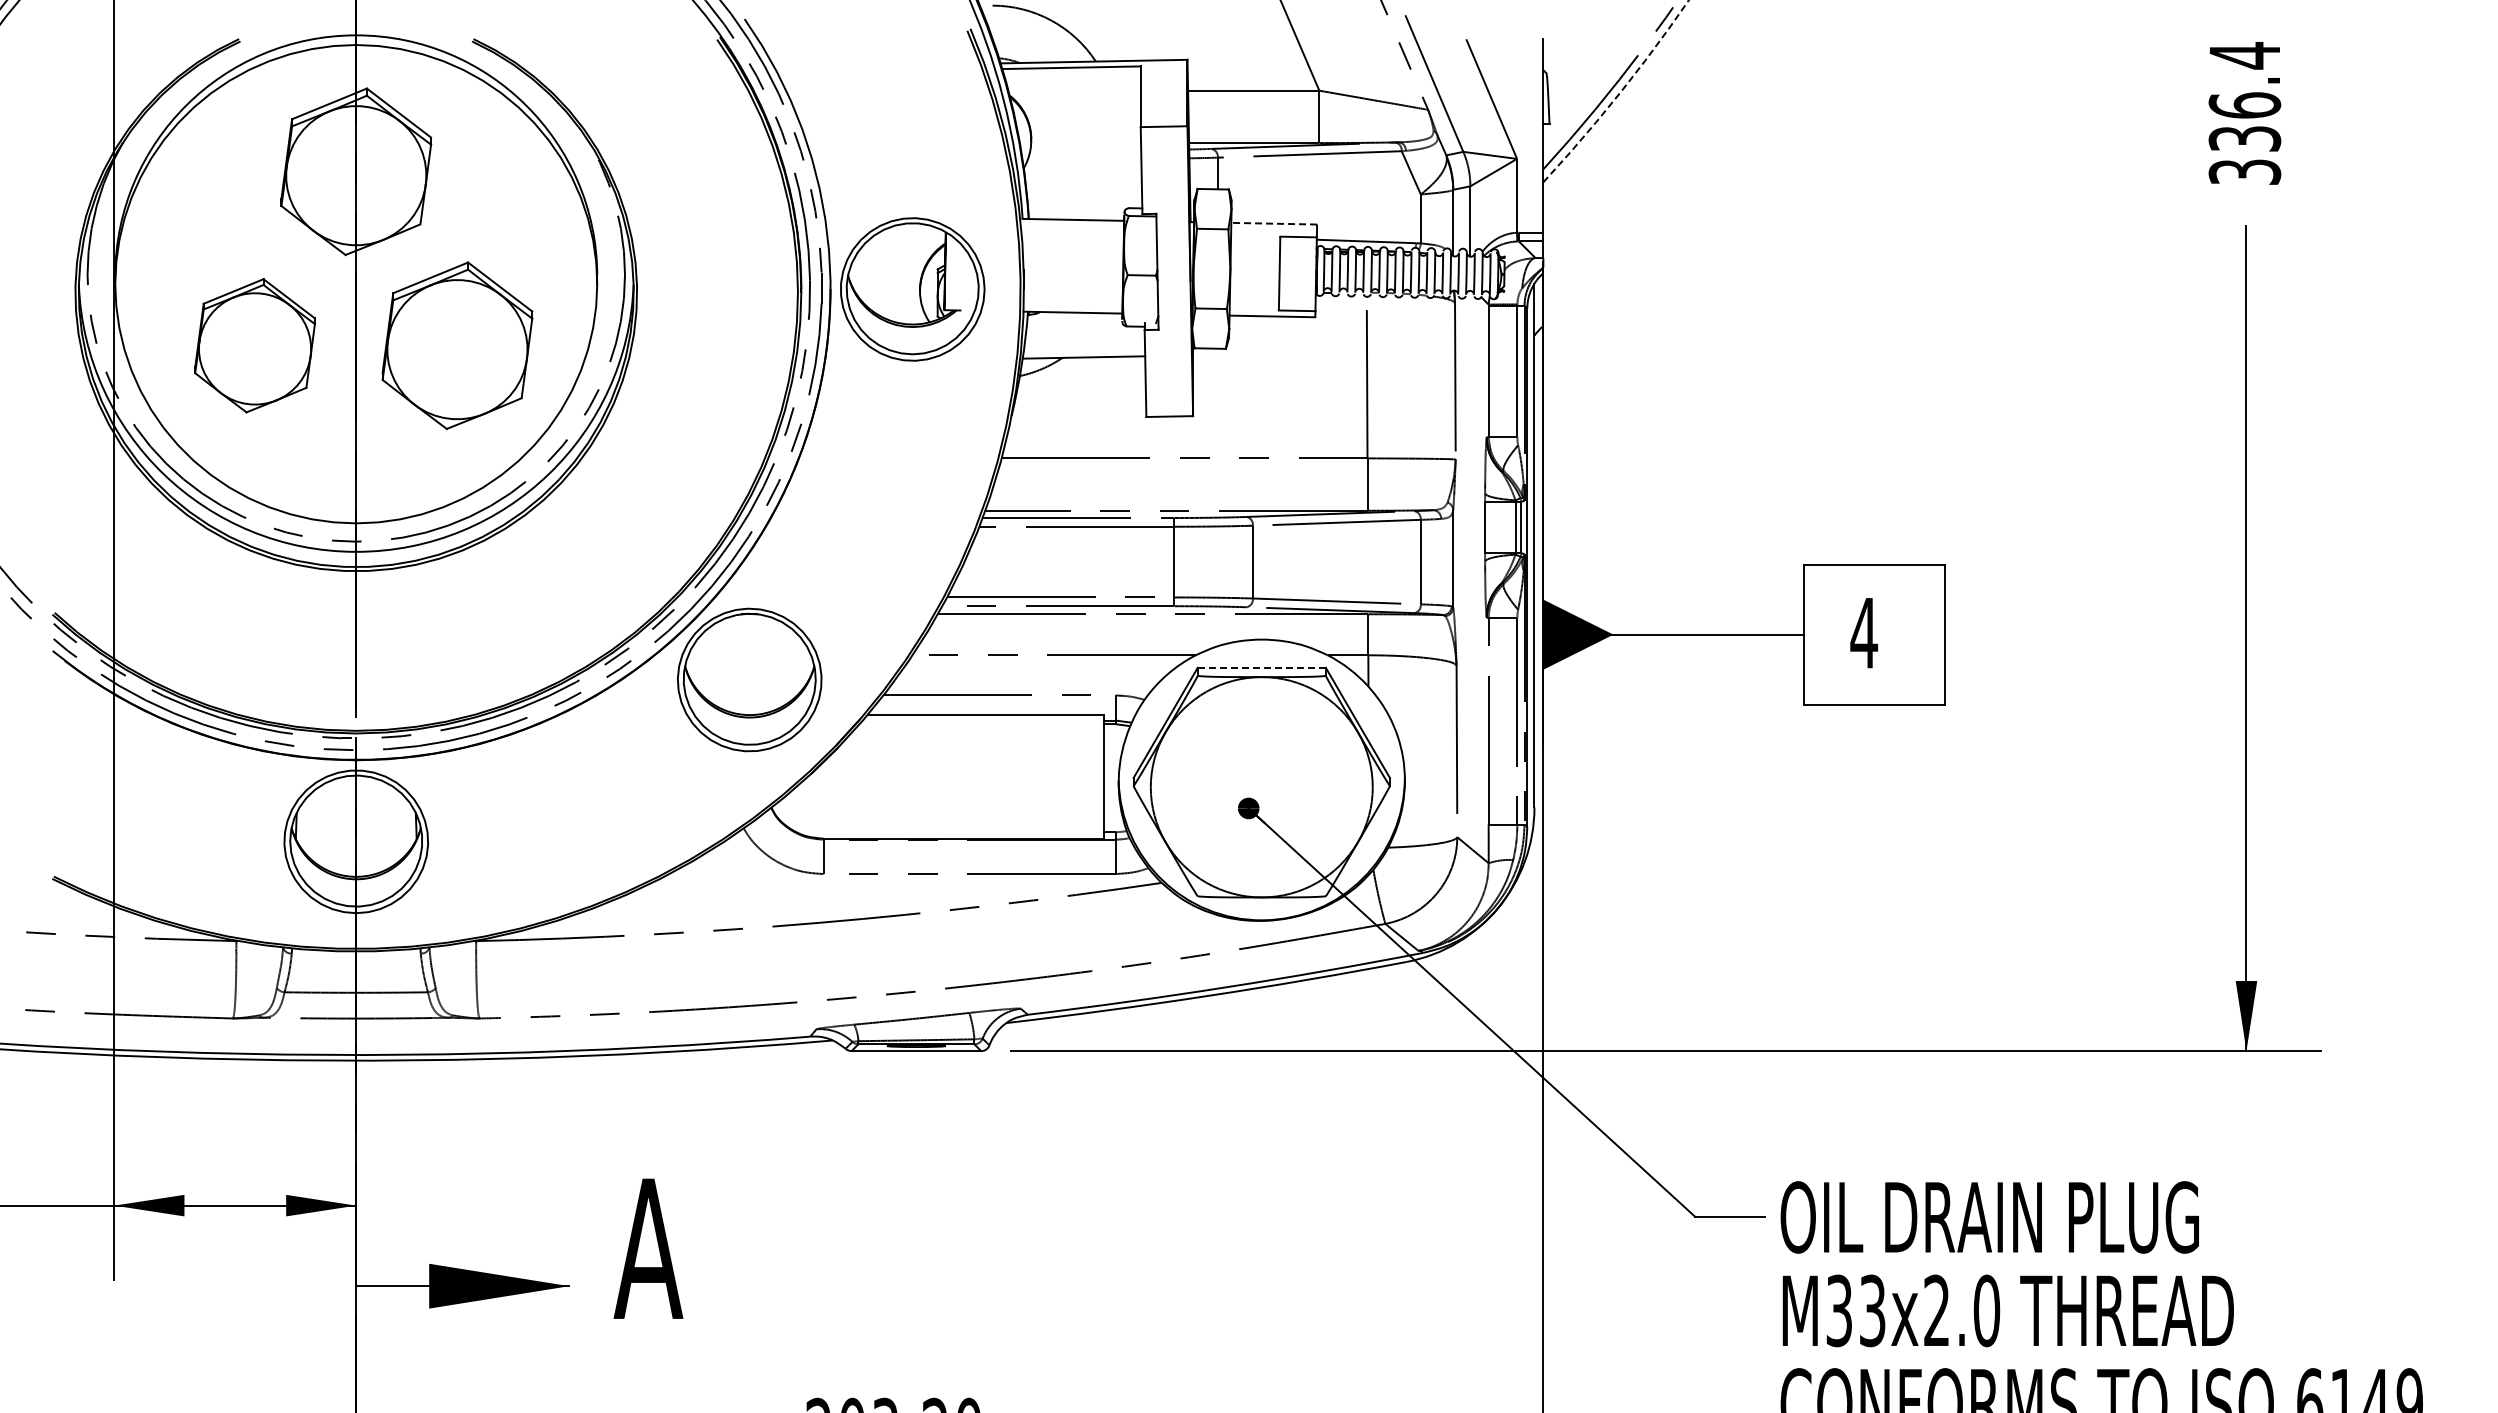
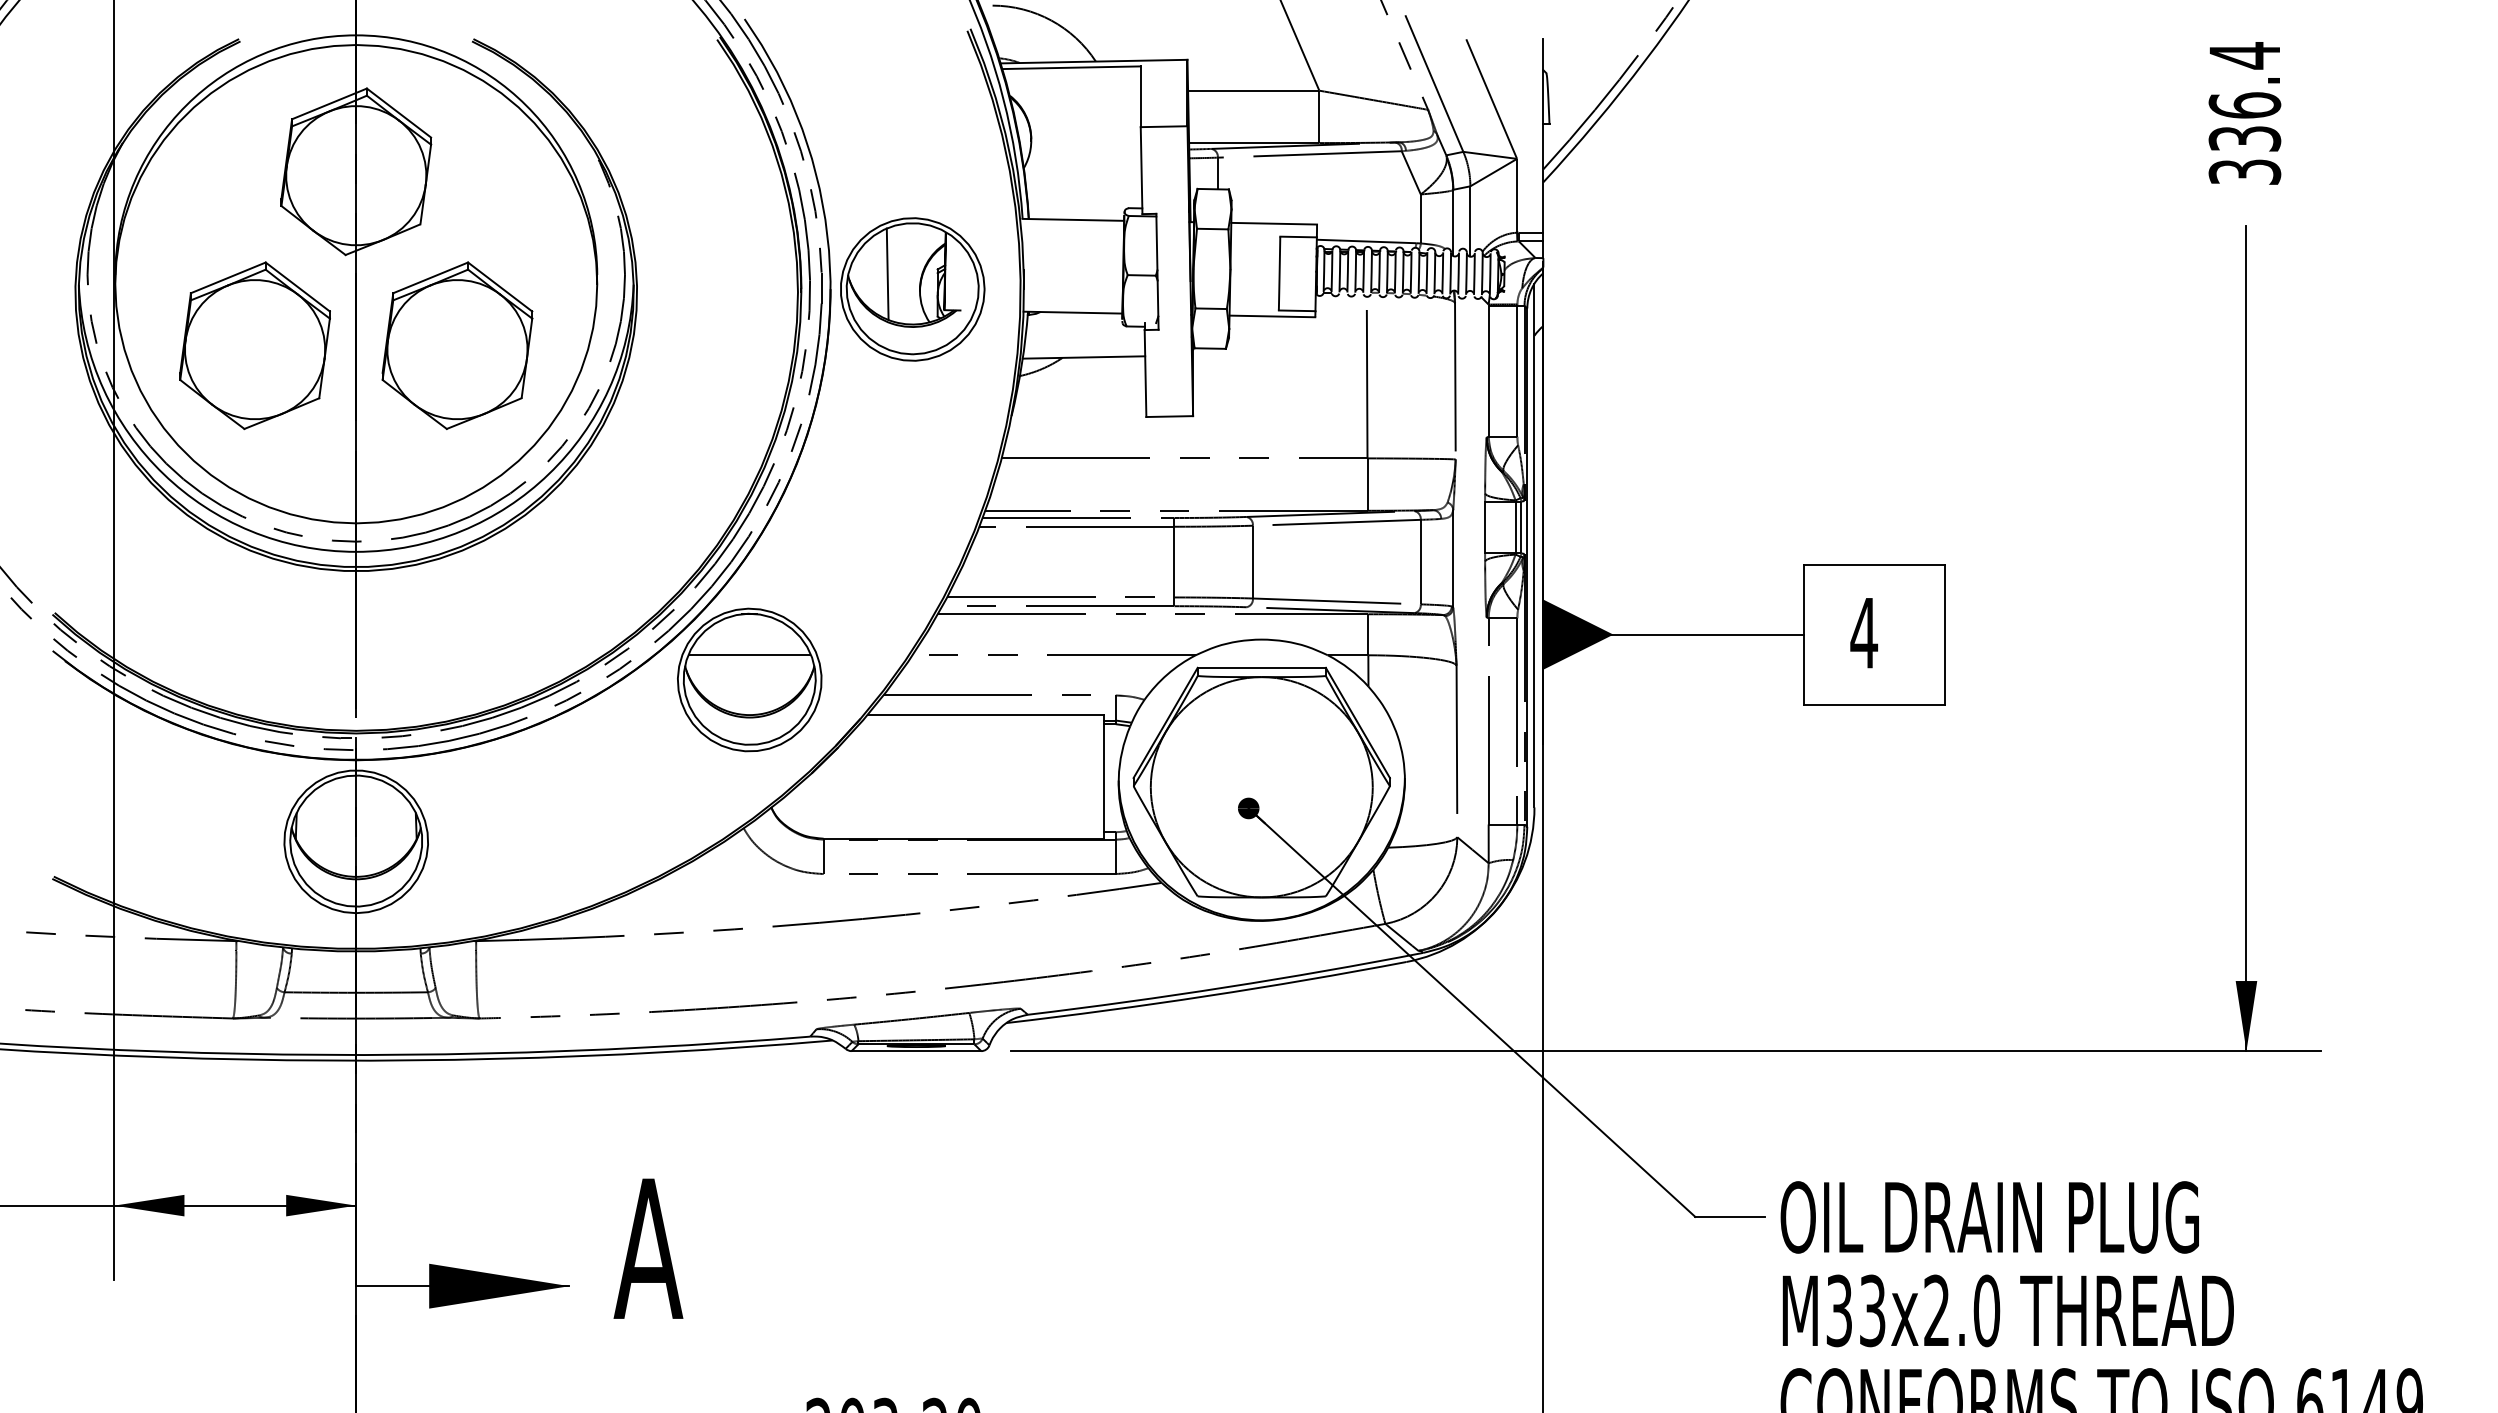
arc at (1620, 92): dashed -> solid
line at (1274, 223): dashed -> solid
line at (887, 274): none -> present
part at (254, 345) size: 122x136 px -> 152x170 px
line at (749, 655): none -> present
line at (1261, 667): dashed -> solid
